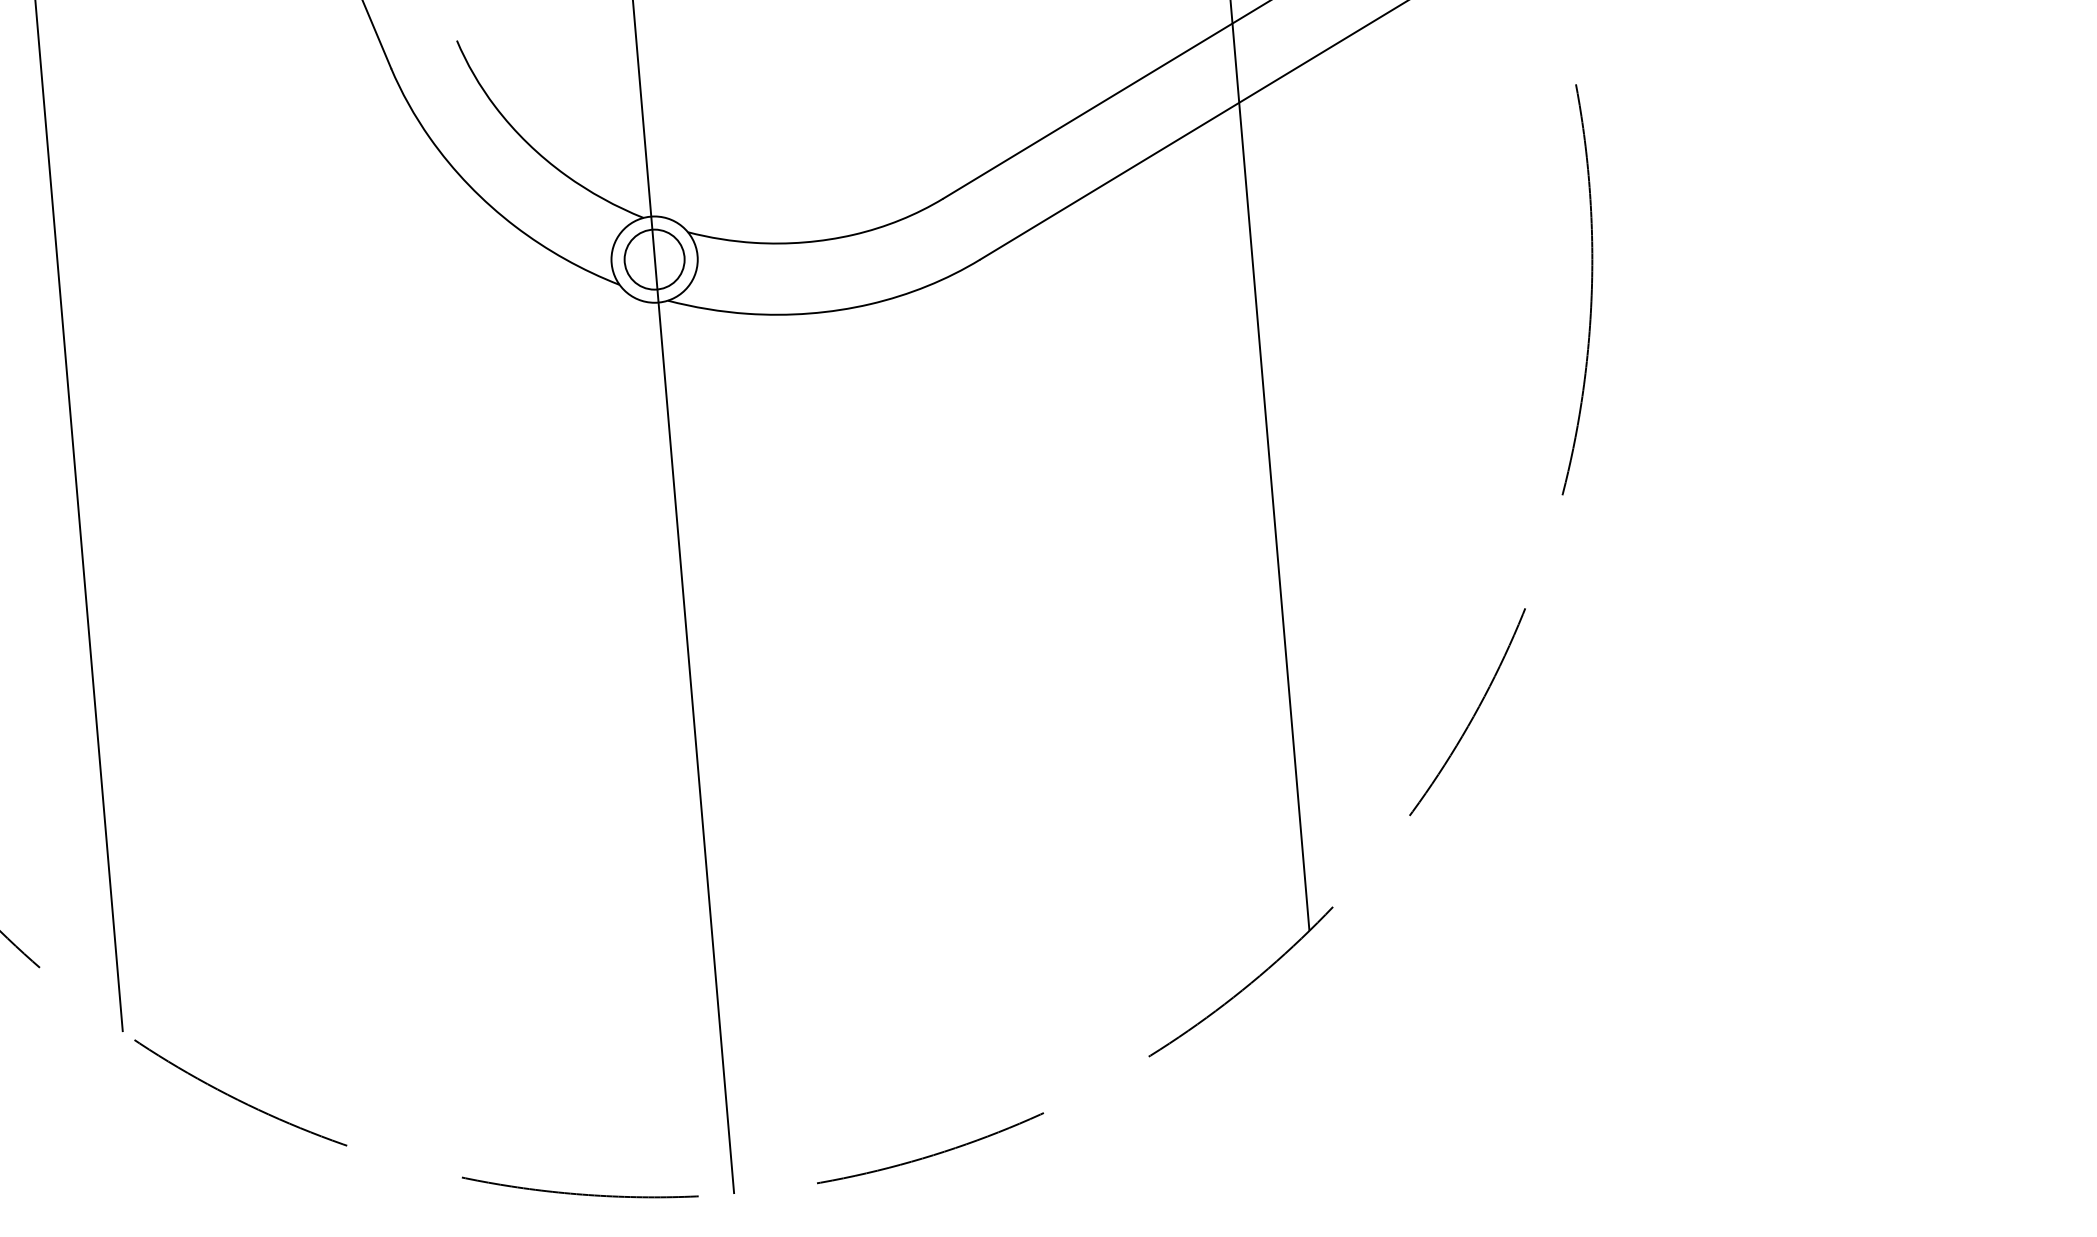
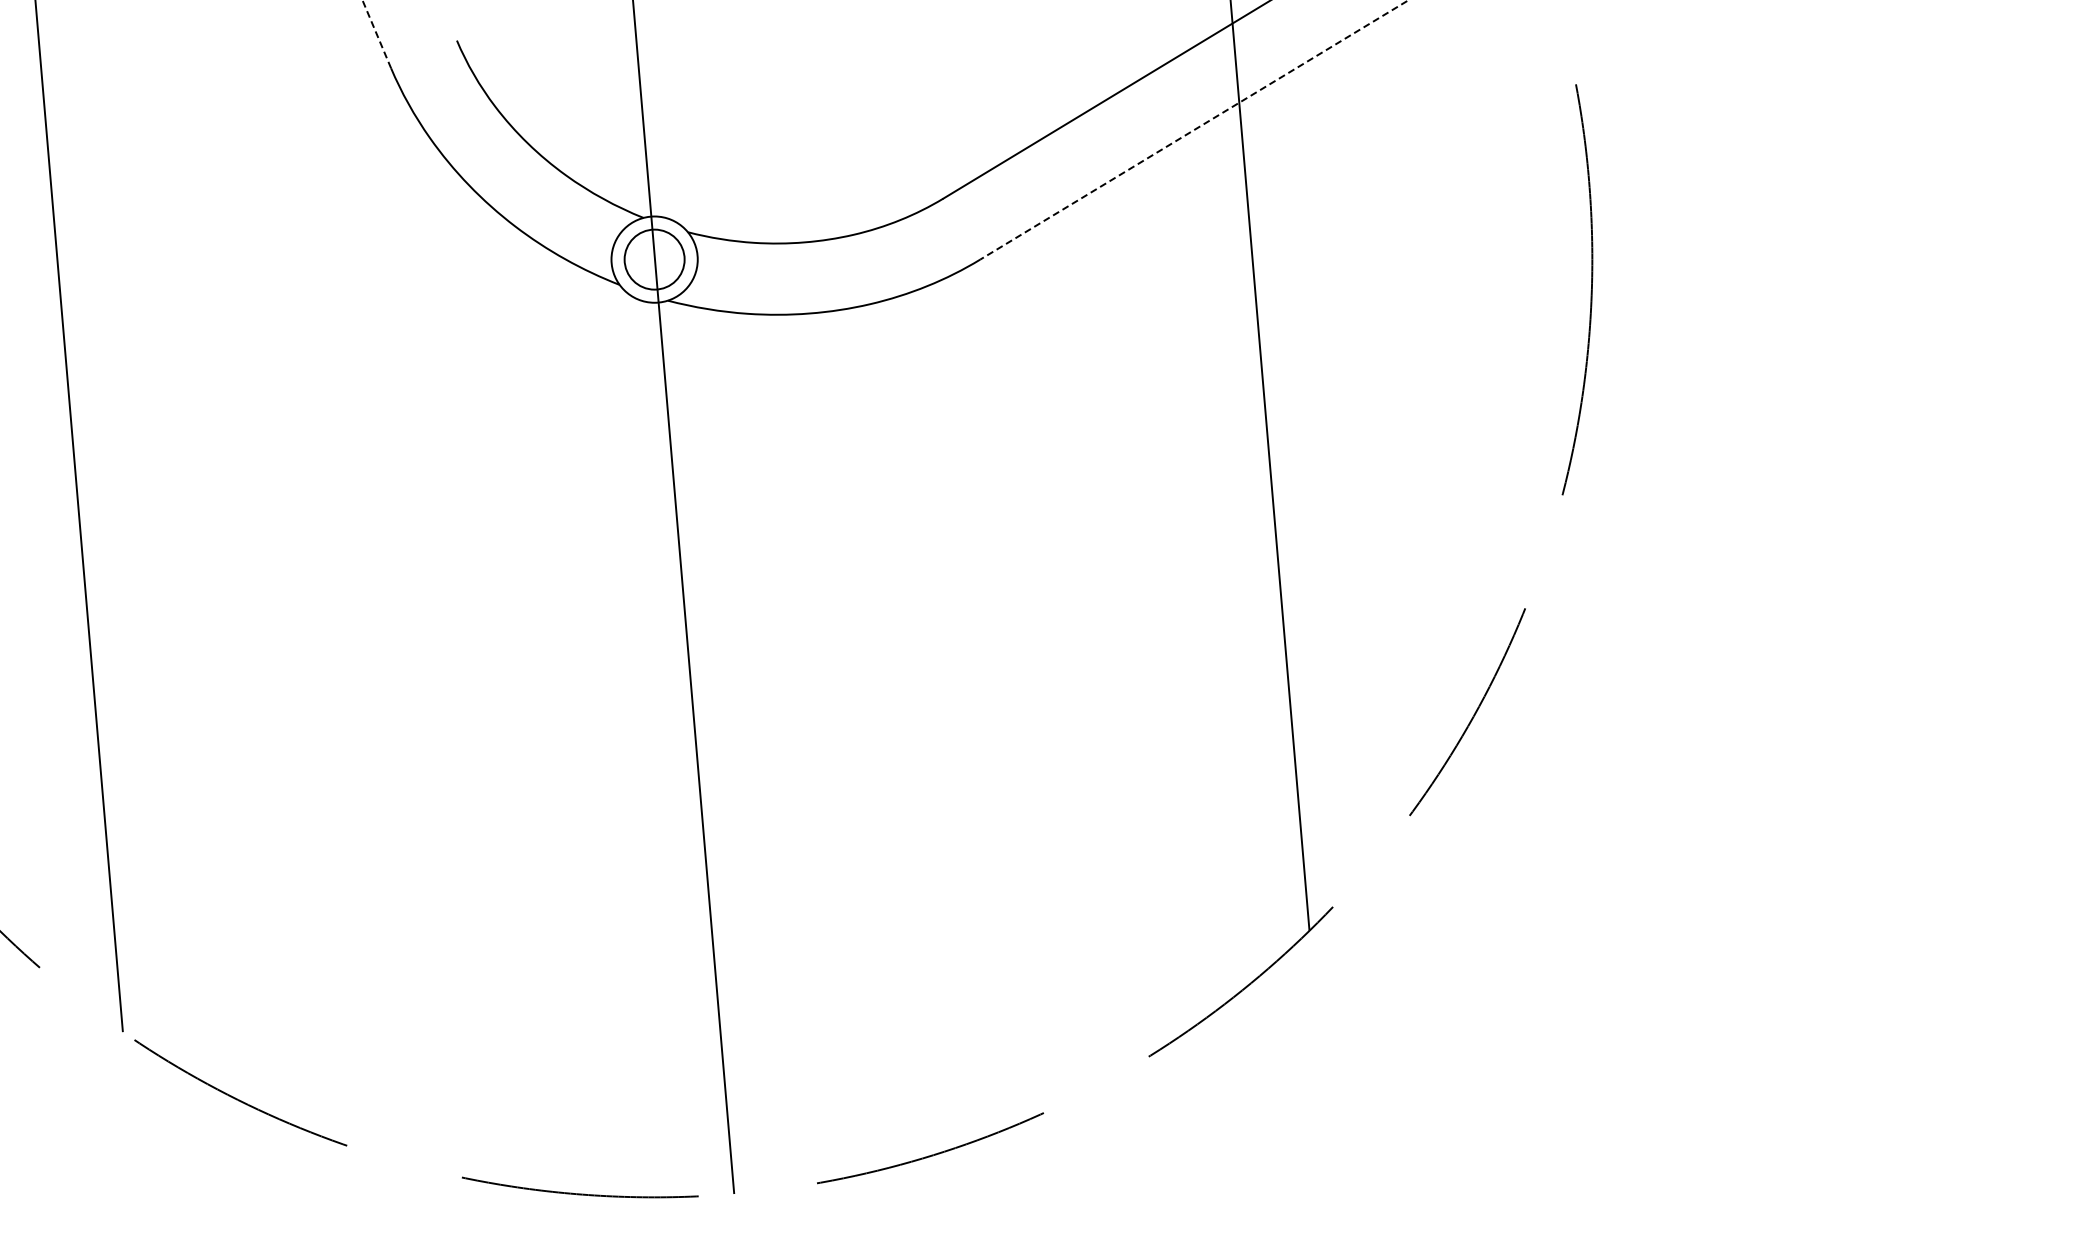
line at (376, 34): solid -> dashed
line at (1193, 130): solid -> dashed
